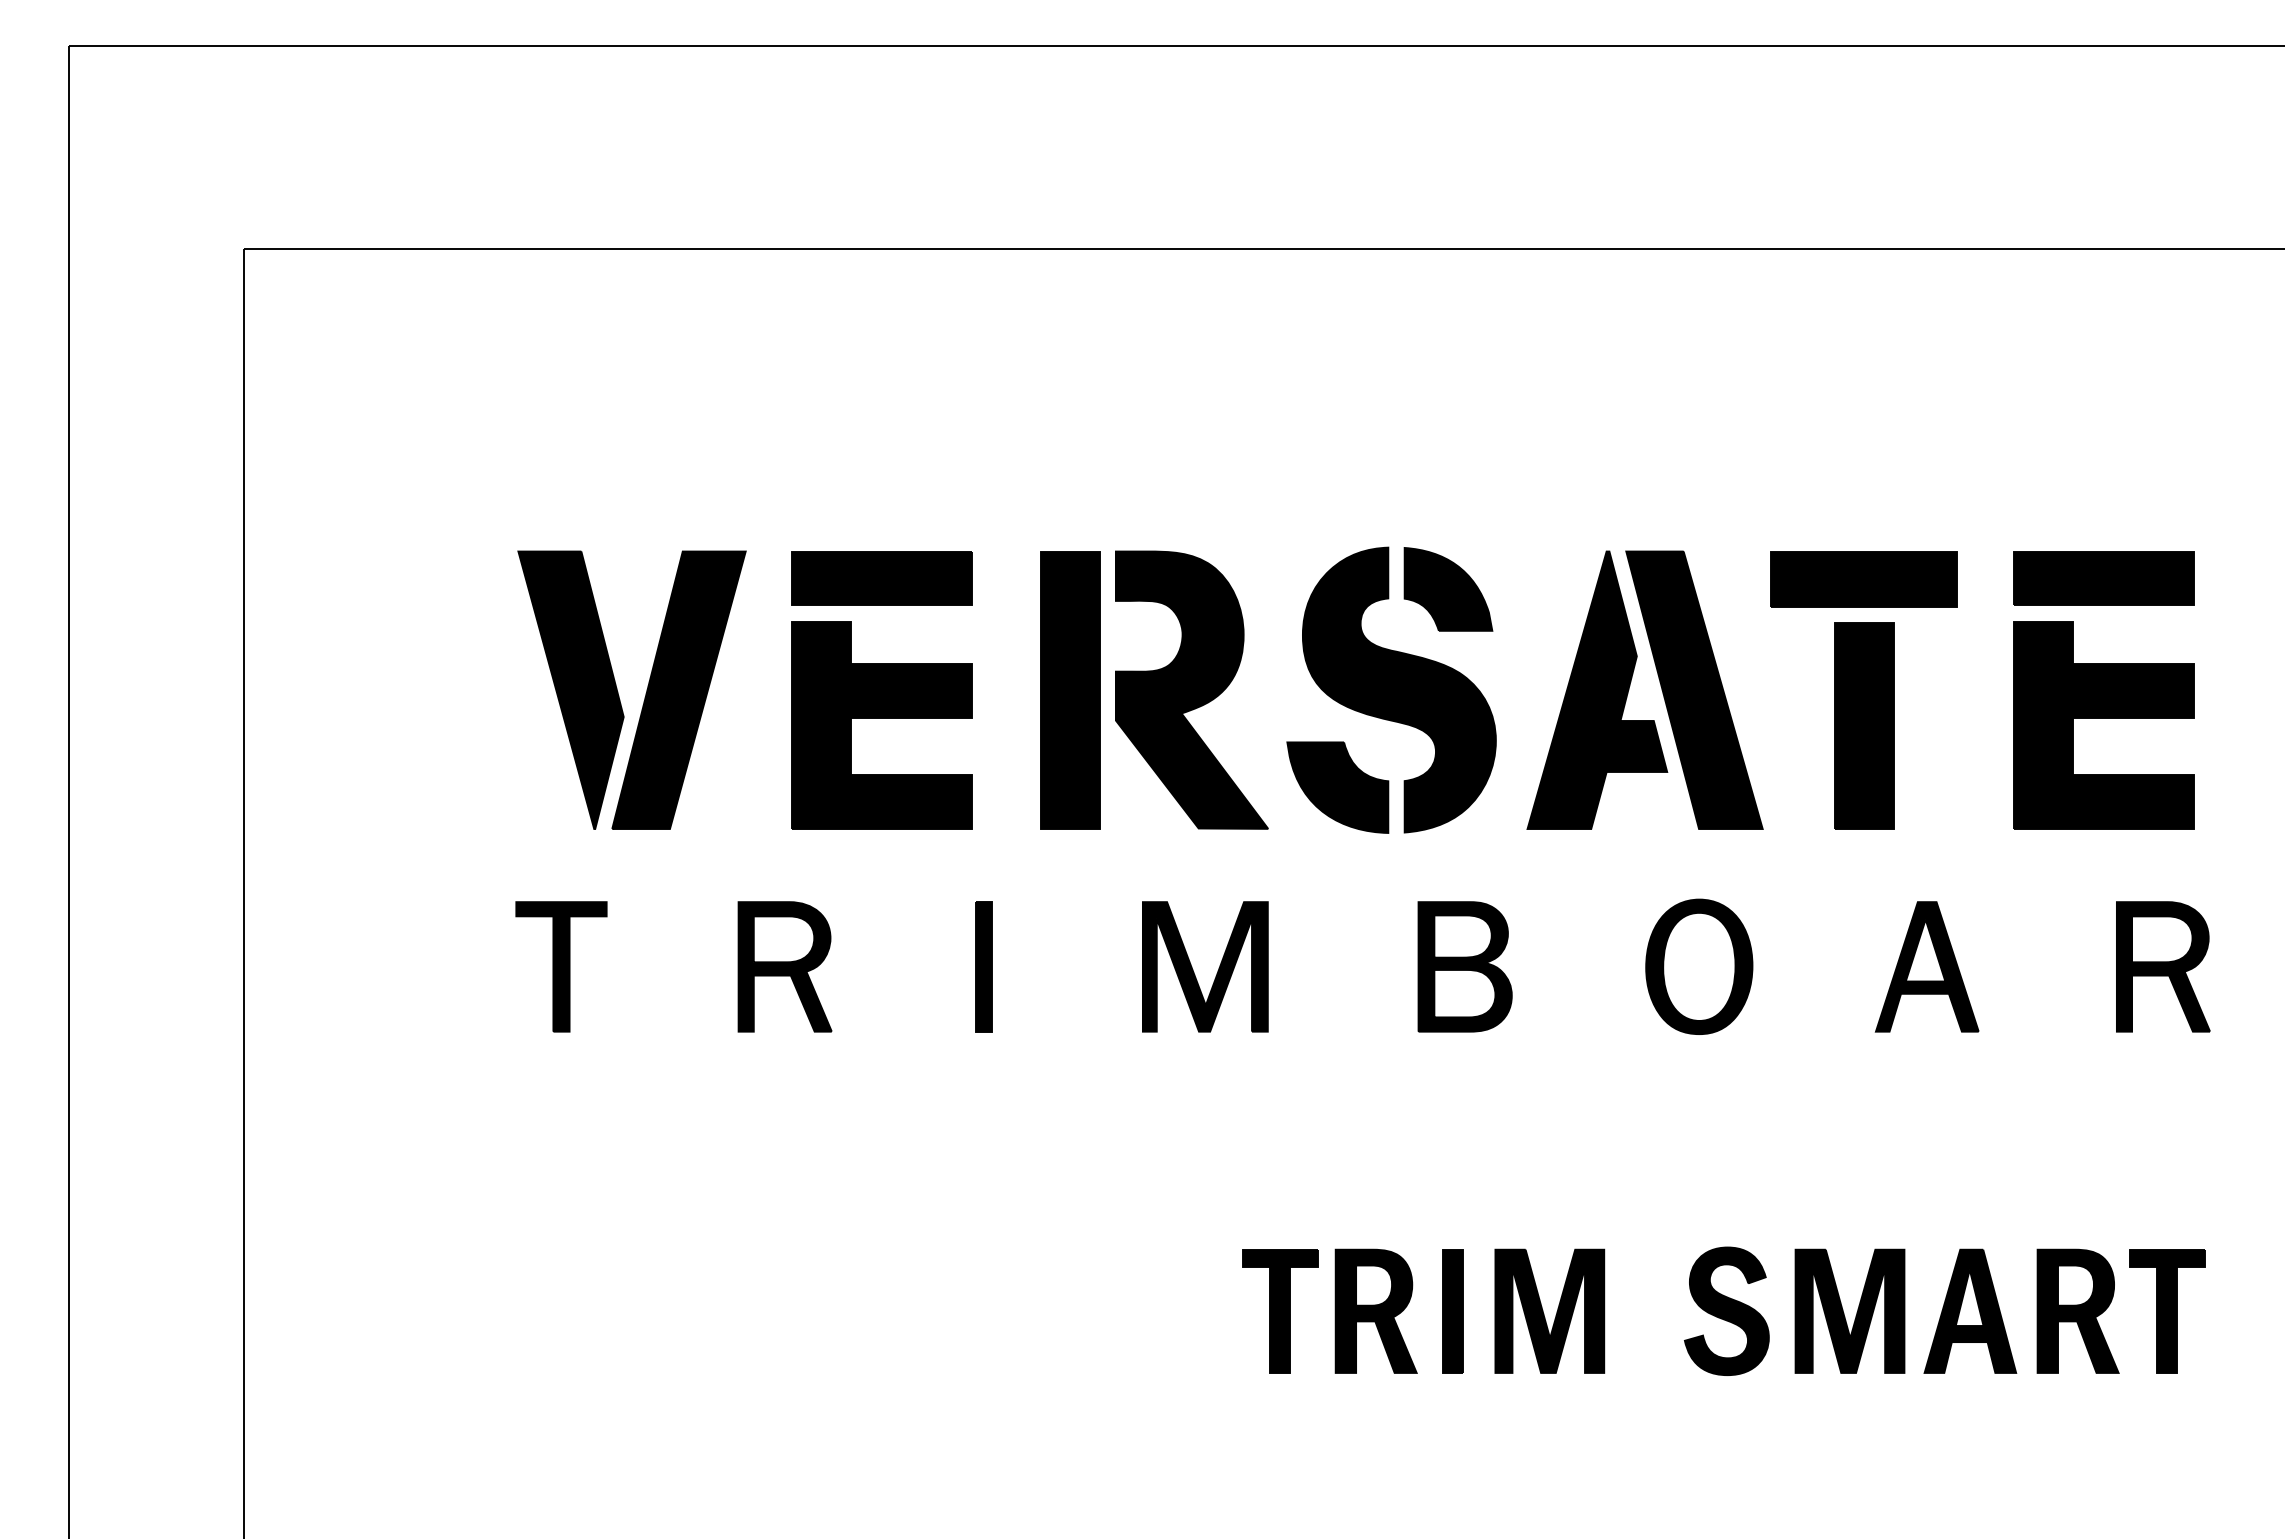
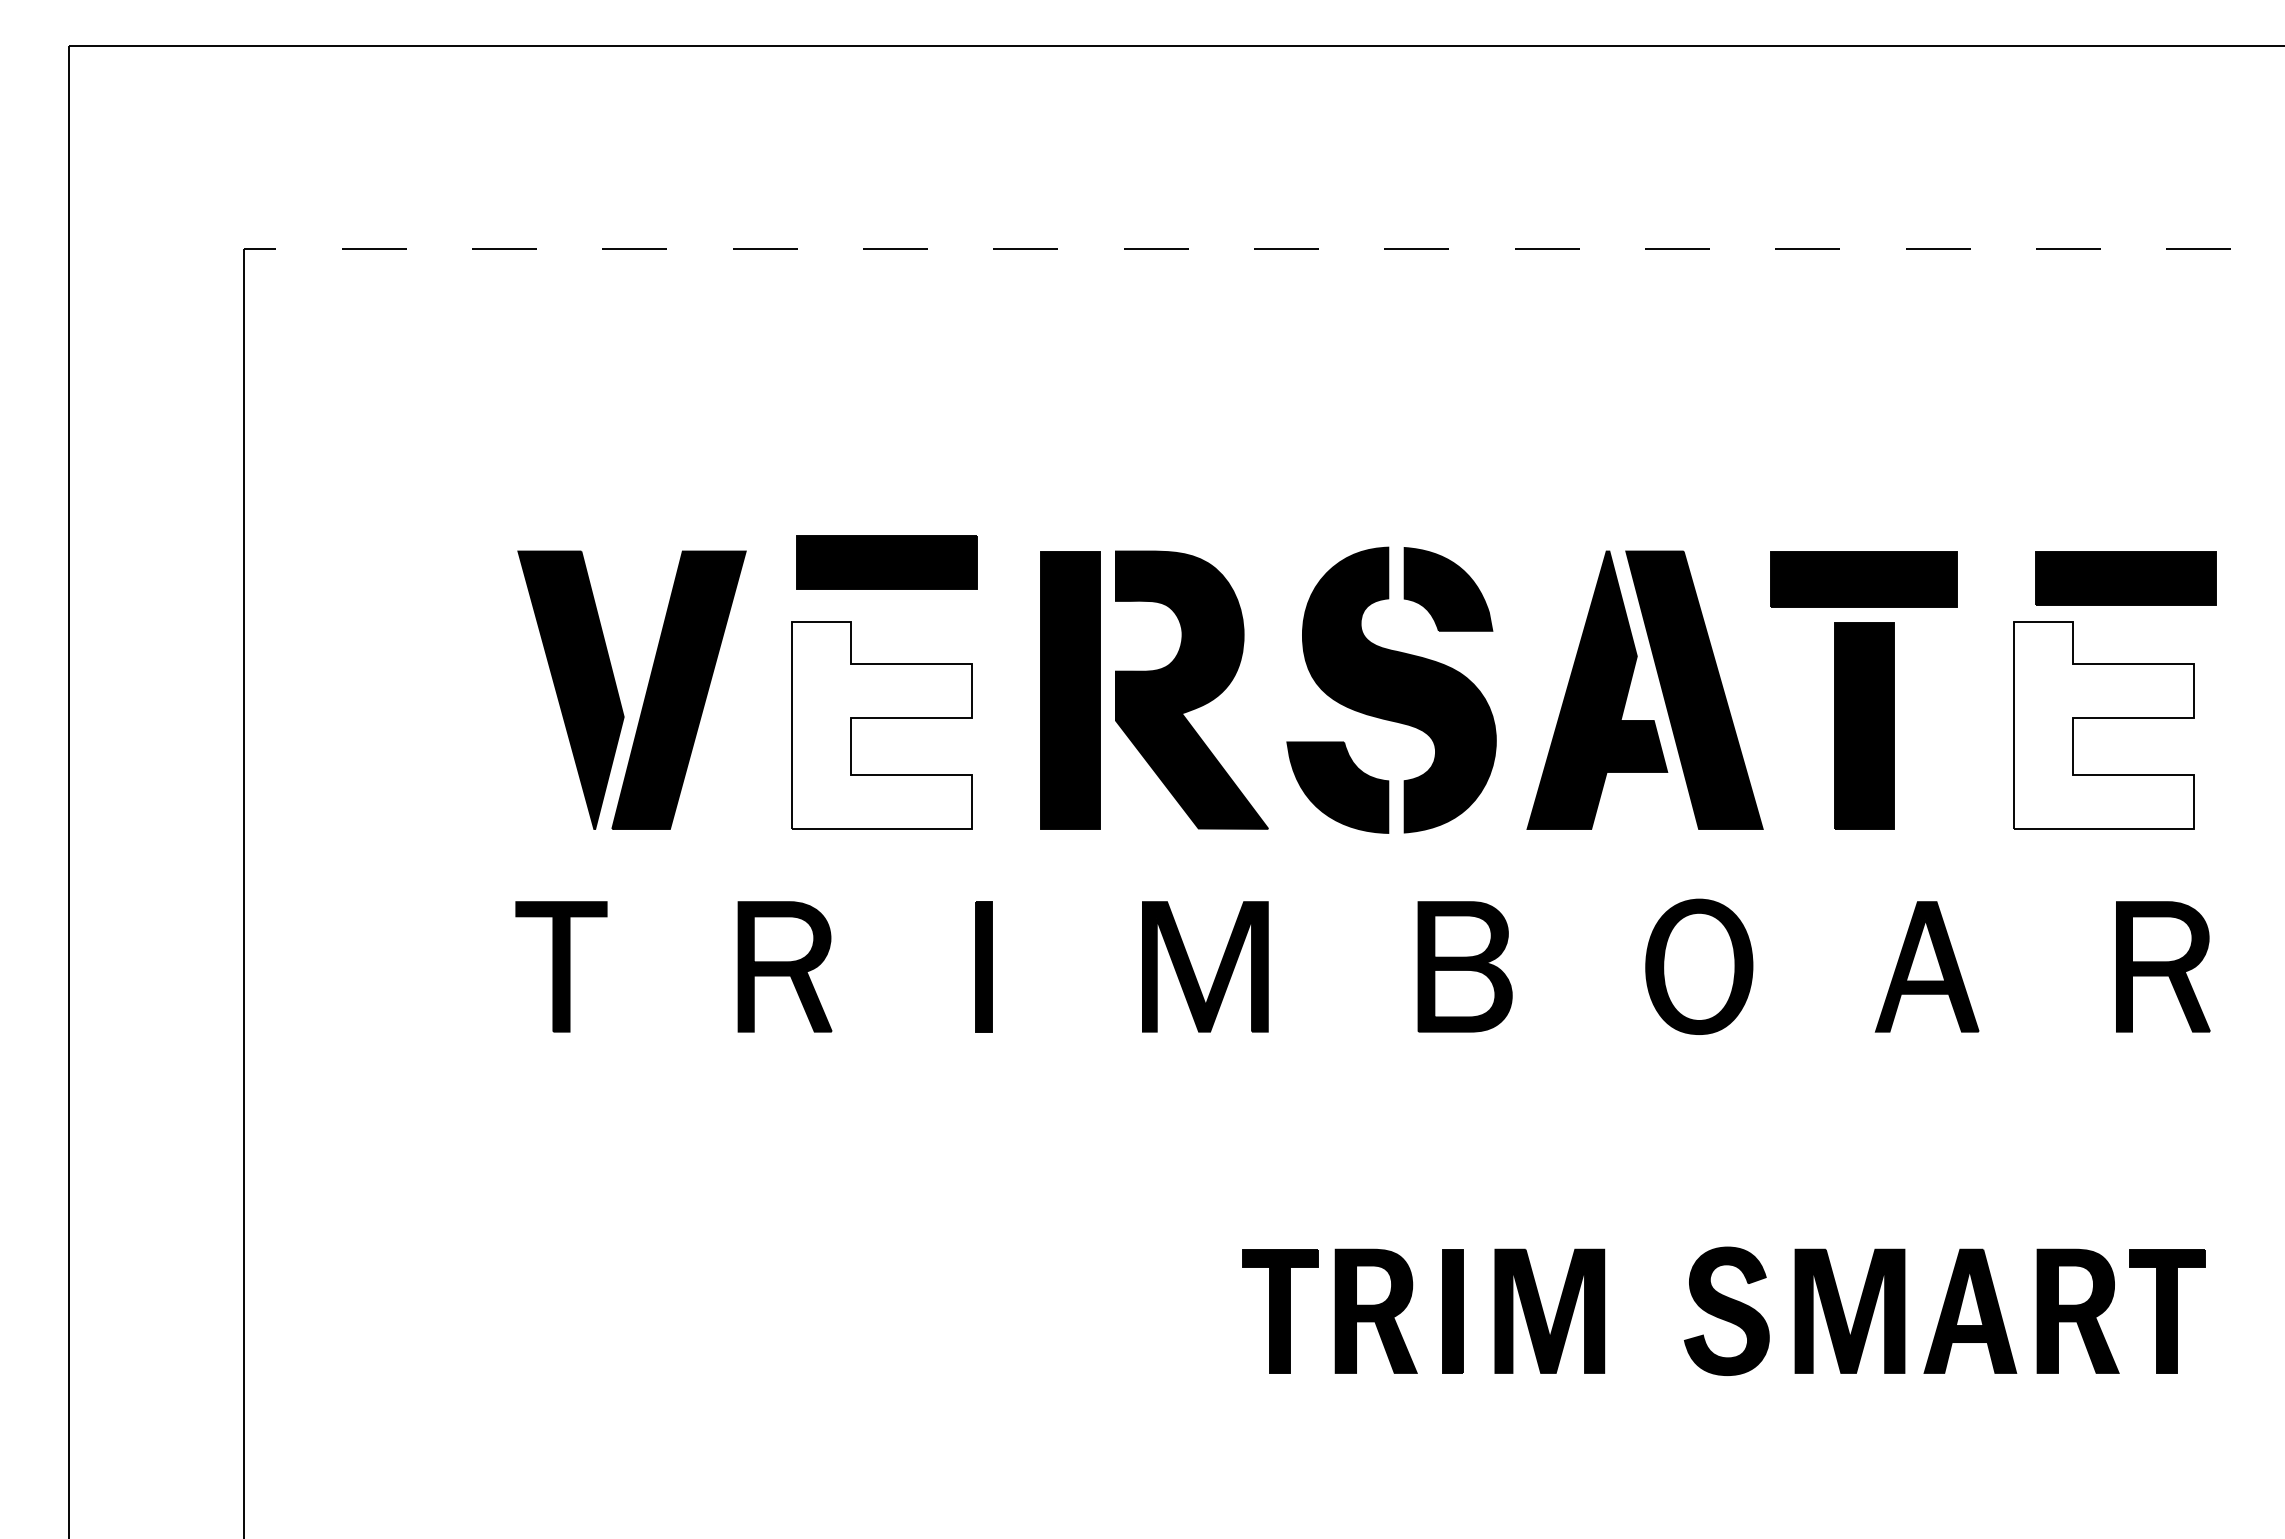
line at (1264, 248): solid -> dashed
part at (881, 578) position: (881, 578) -> (886, 562)
part at (2103, 578) position: (2103, 578) -> (2125, 578)
fill at (881, 724): present -> none
fill at (2104, 724): present -> none
